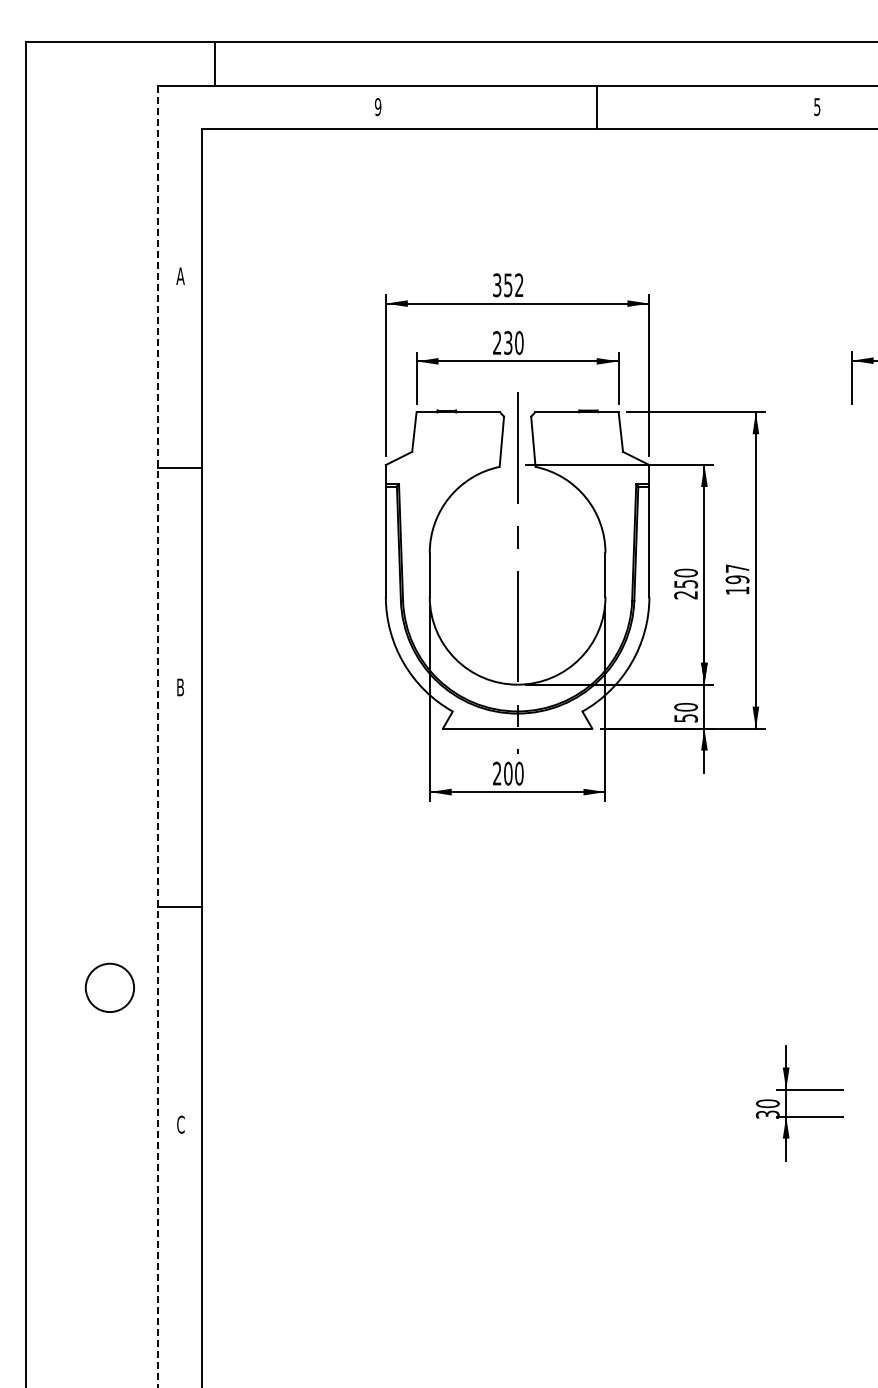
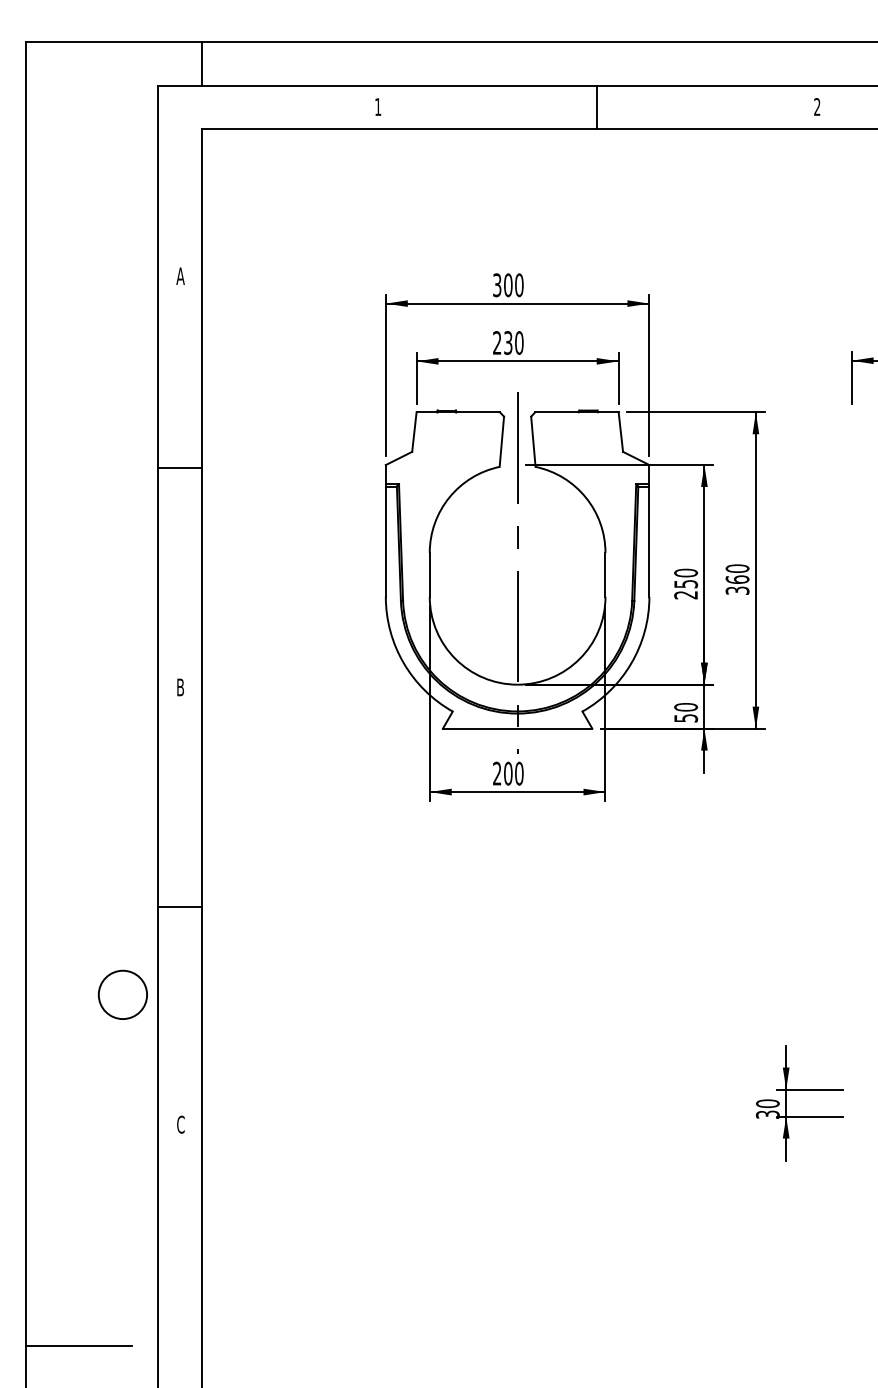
line at (215, 63) position: (215, 63) -> (202, 63)
text at (377, 107): 9 -> 1
text at (817, 107): 5 -> 2
text at (513, 285): 352 -> 300
text at (737, 579): 197 -> 360
line at (158, 736): dashed -> solid
circle at (109, 987) position: (109, 987) -> (122, 994)
line at (78, 1346): none -> present
